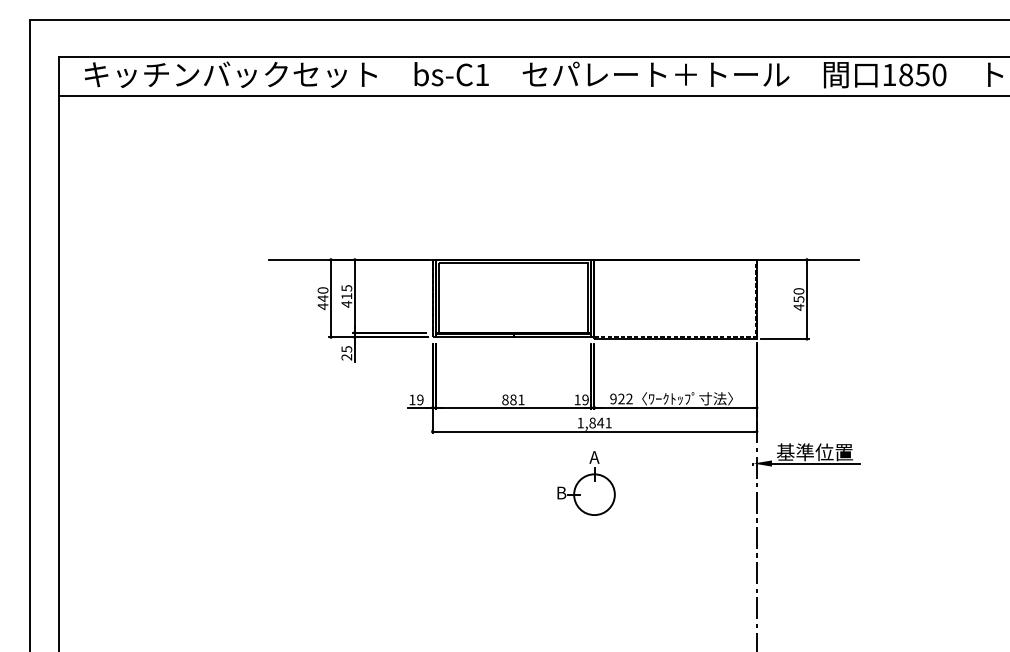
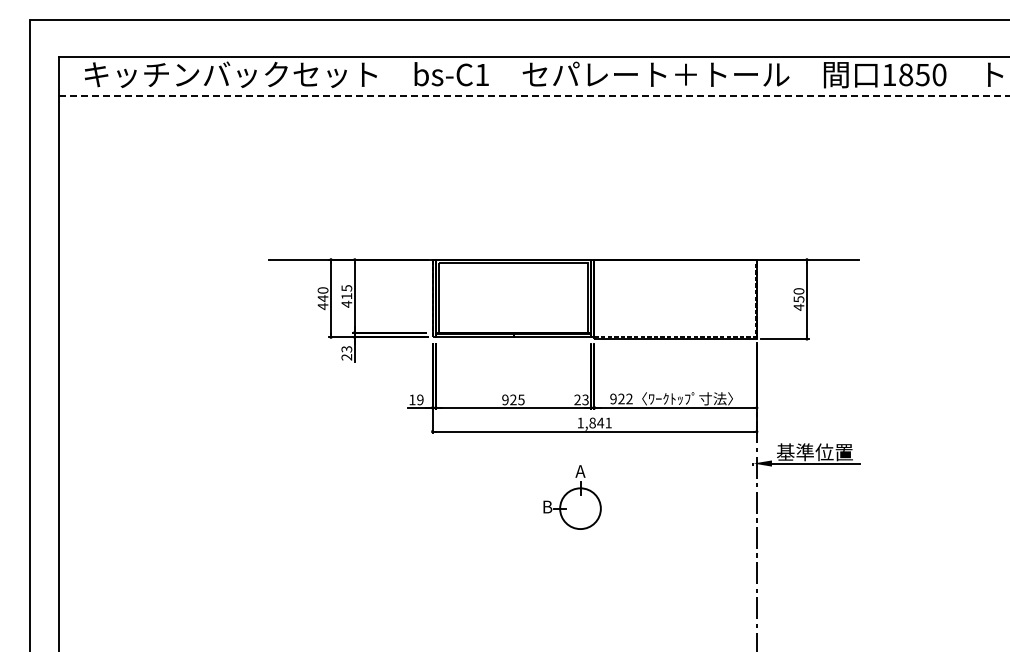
line at (534, 96): solid -> dashed
text at (346, 349): 25 -> 23
text at (513, 399): 881 -> 925
text at (581, 399): 19 -> 23
part at (586, 483) position: (586, 483) -> (572, 497)
